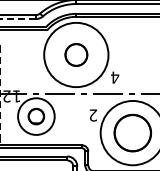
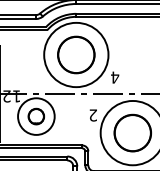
line at (18, 19): dashed -> solid
part at (76, 54) size: 25x24 px -> 39x40 px
line at (0, 94): dashed -> solid
